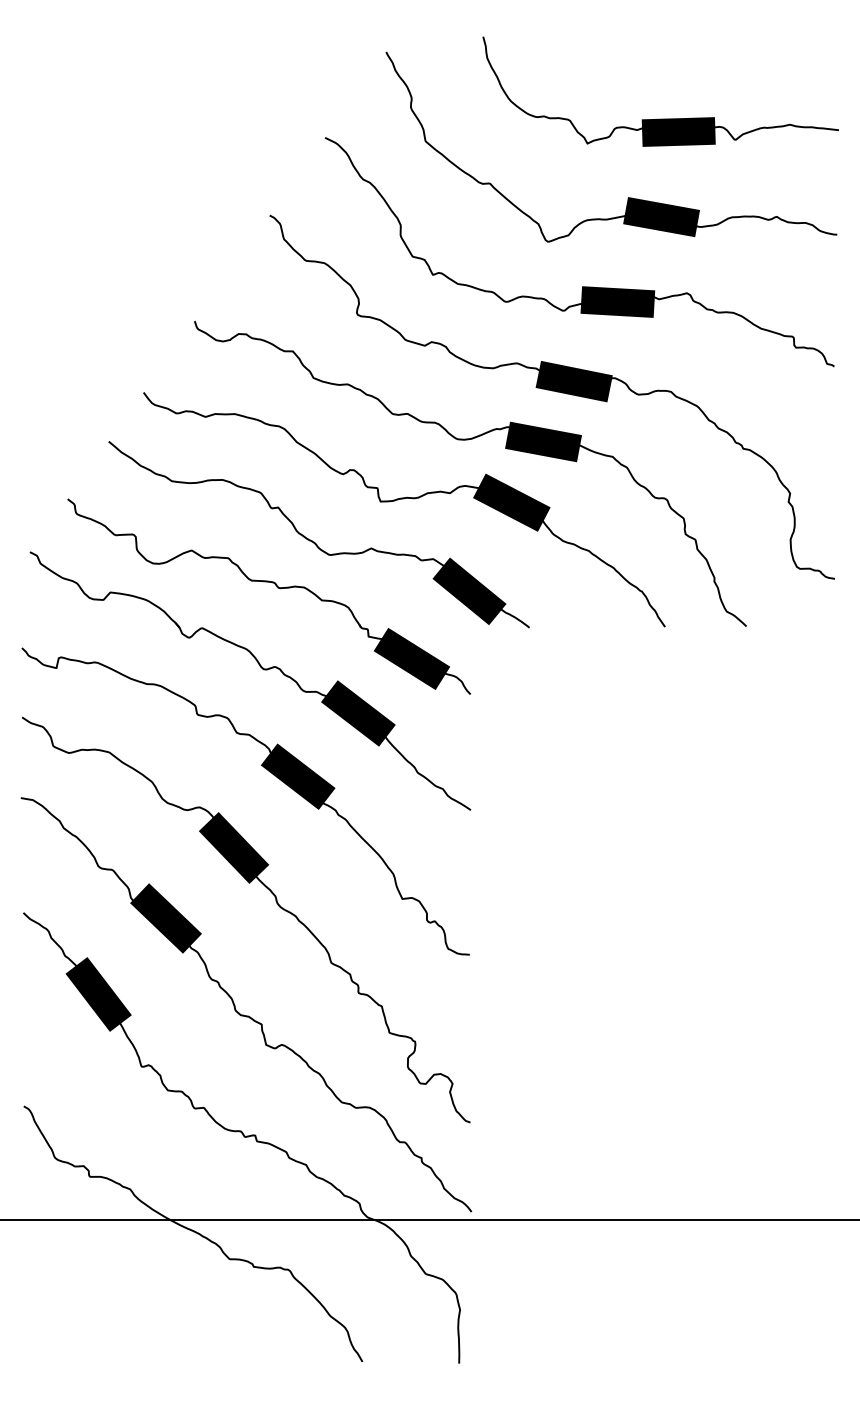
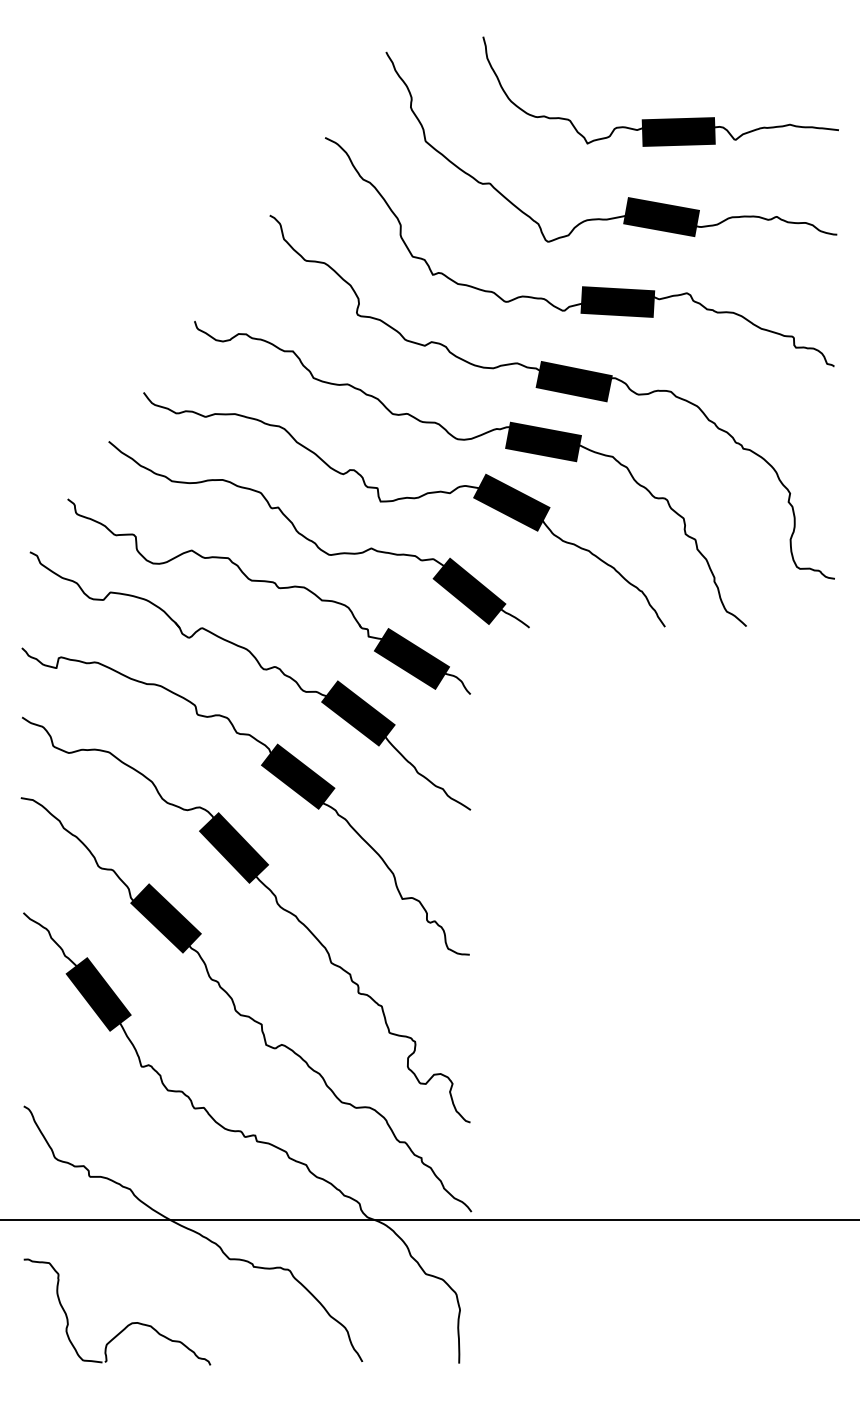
part at (126, 1325): none -> present
